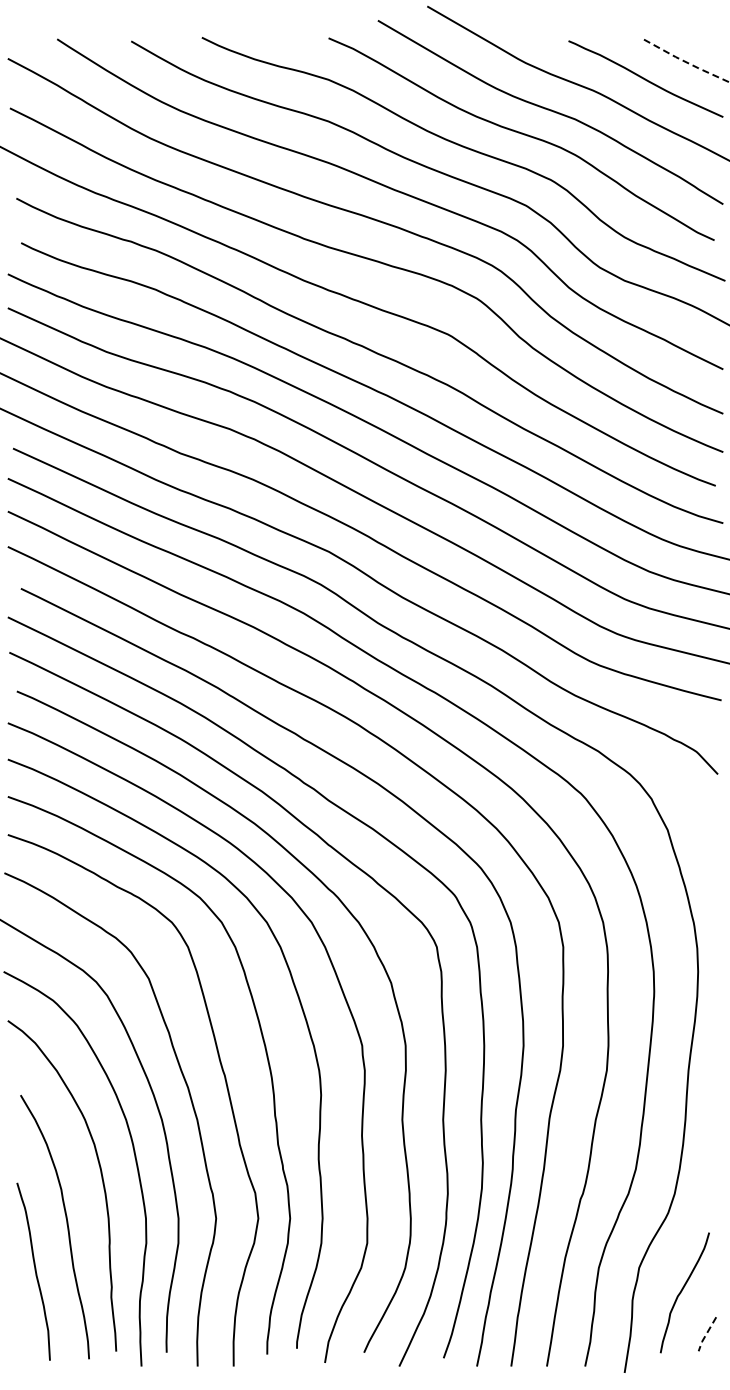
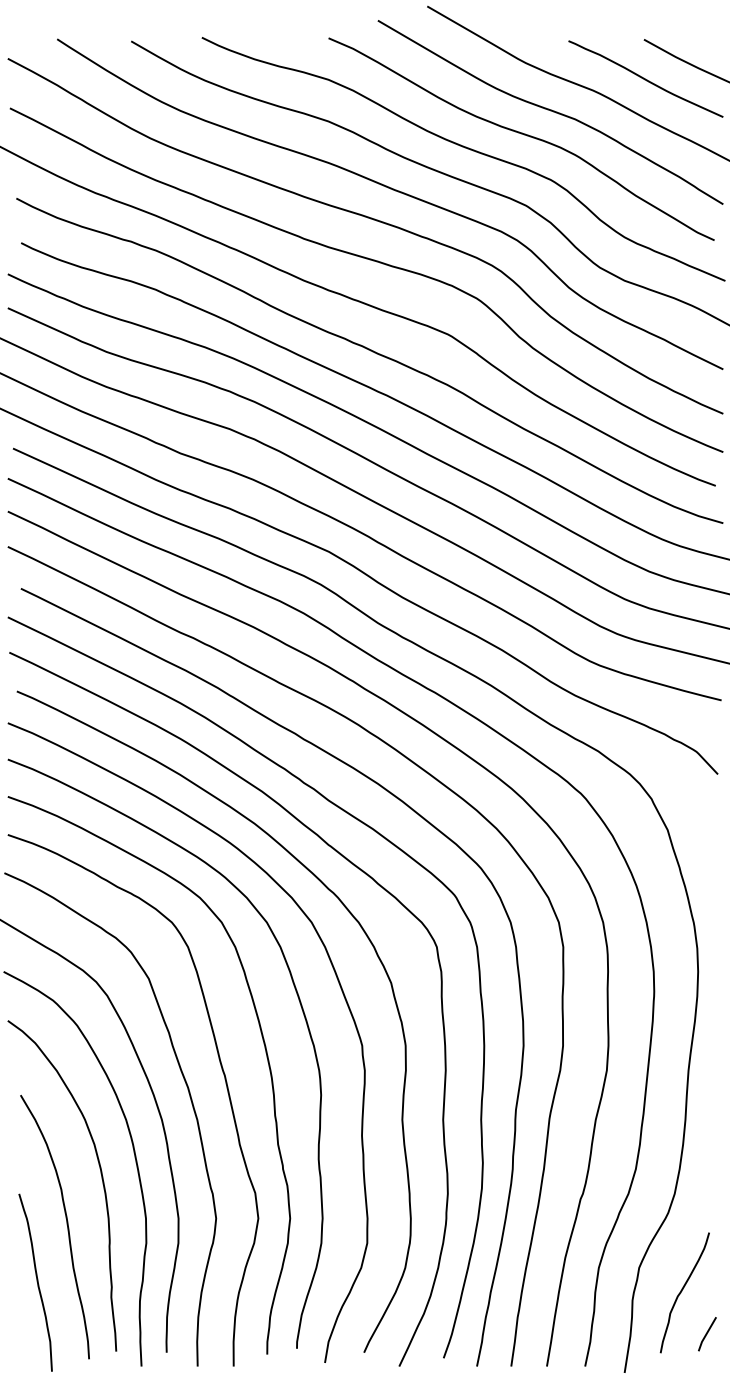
line at (686, 62): dashed -> solid
curve at (34, 1270) position: (34, 1270) -> (36, 1281)
line at (706, 1334): dashed -> solid
